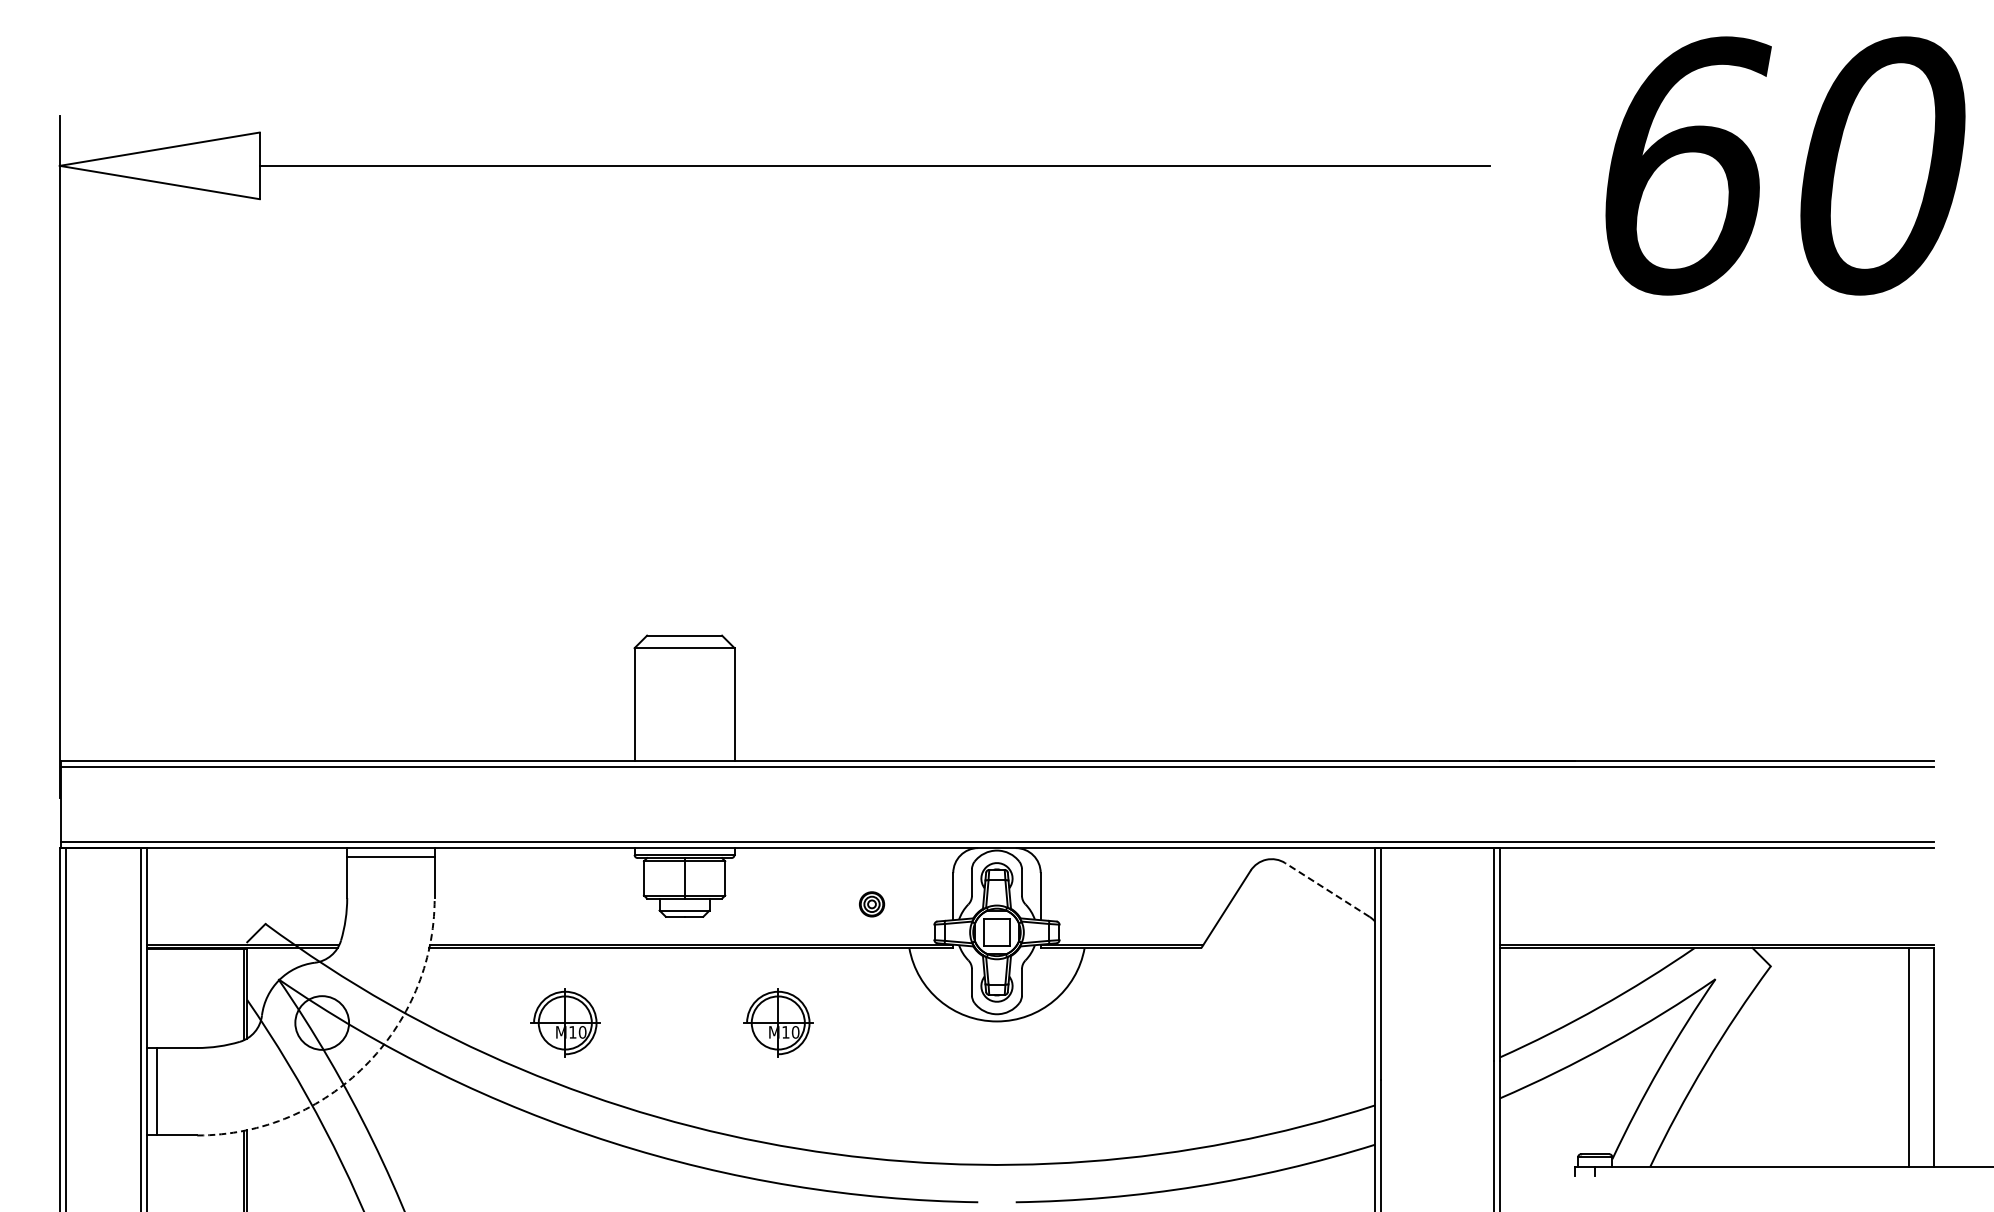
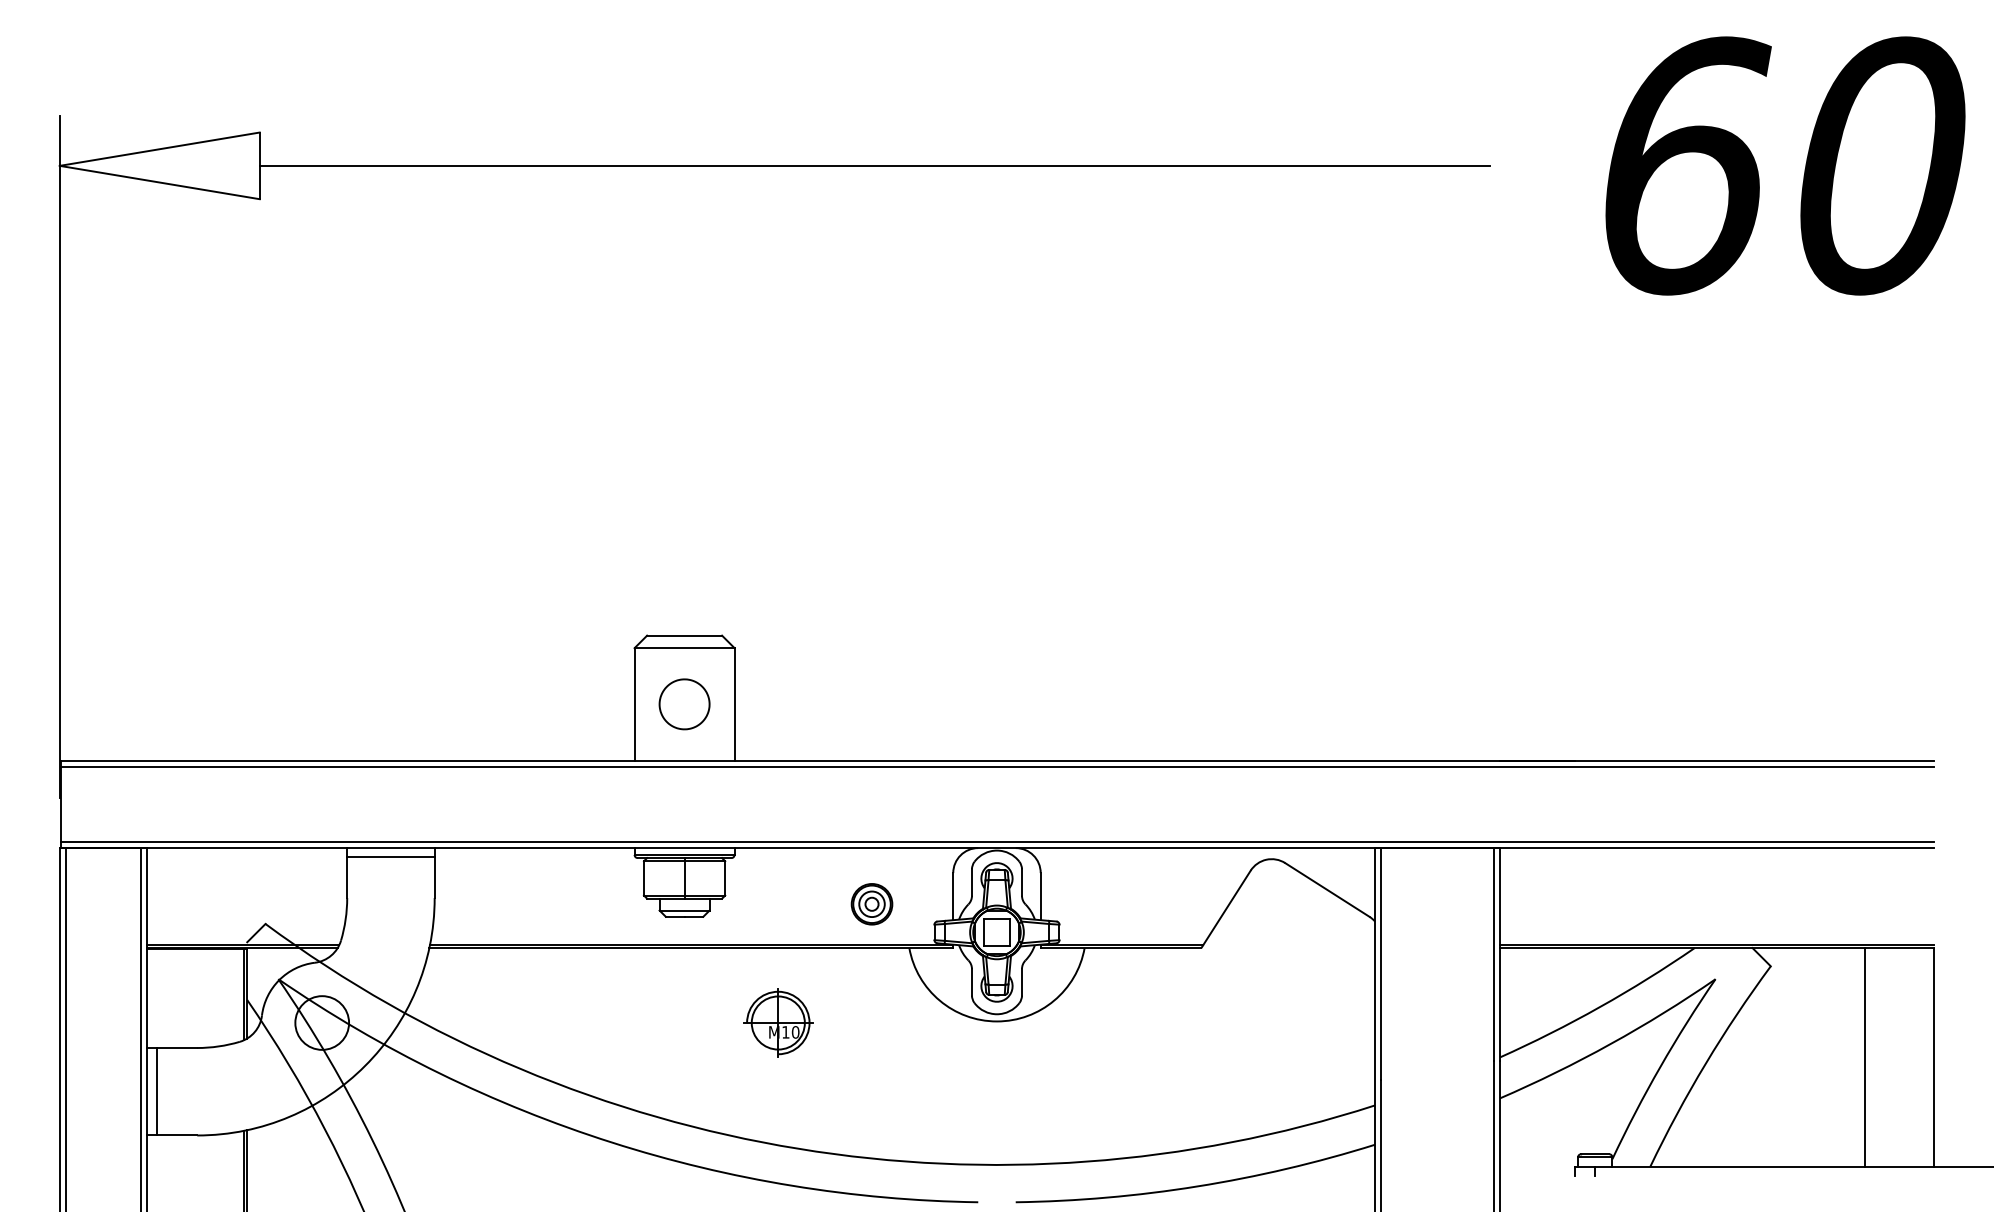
part at (684, 704): none -> present
line at (1327, 889): dashed -> solid
part at (872, 904) size: 27x27 px -> 44x43 px
part at (565, 1022): present -> none
line at (1909, 1057) position: (1909, 1057) -> (1865, 1057)
arc at (365, 1065): dashed -> solid
